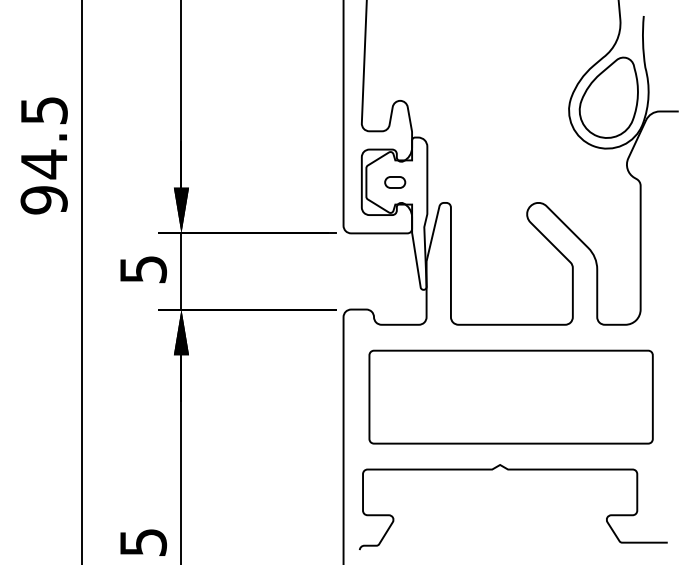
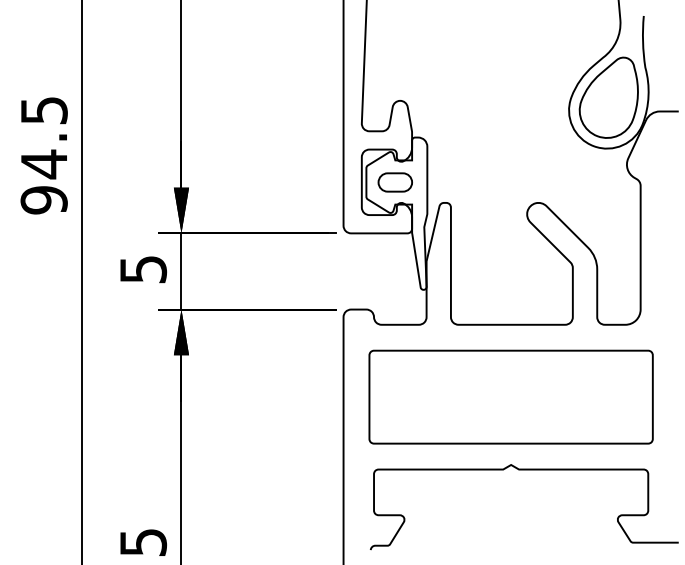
part at (395, 182) size: 23x13 px -> 36x21 px
curve at (513, 470) position: (513, 470) -> (524, 470)
